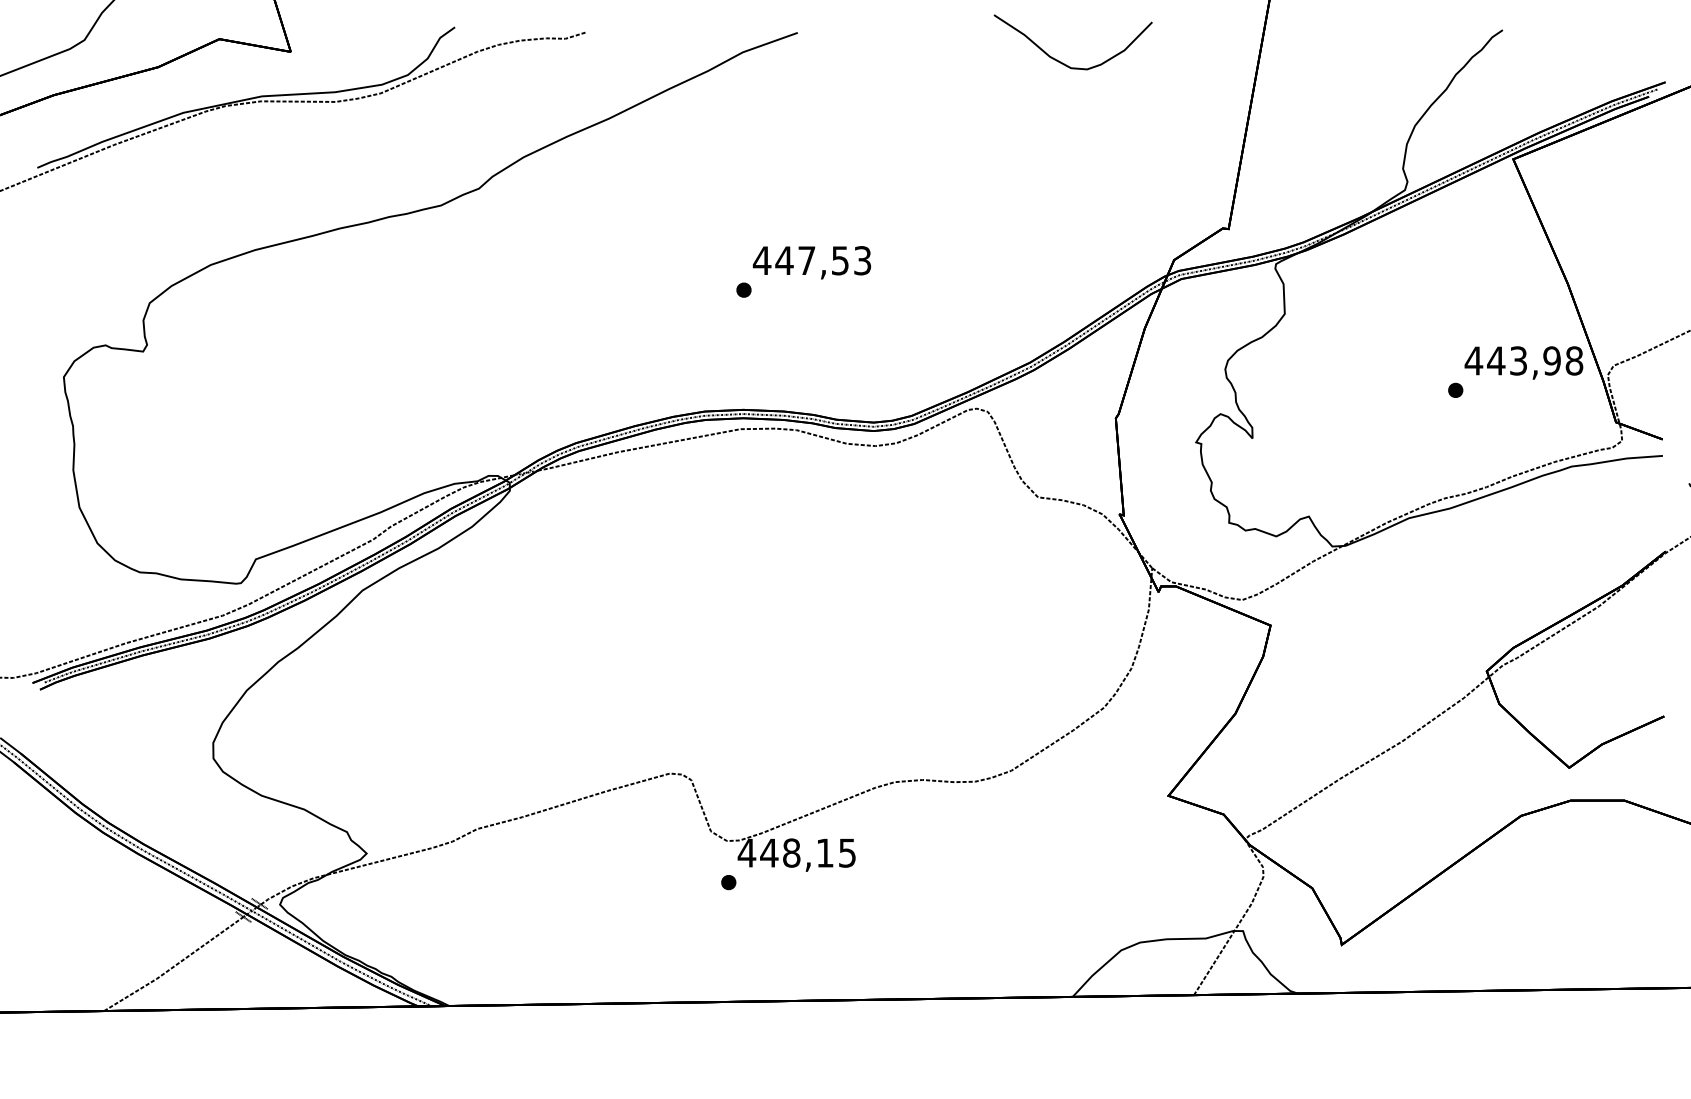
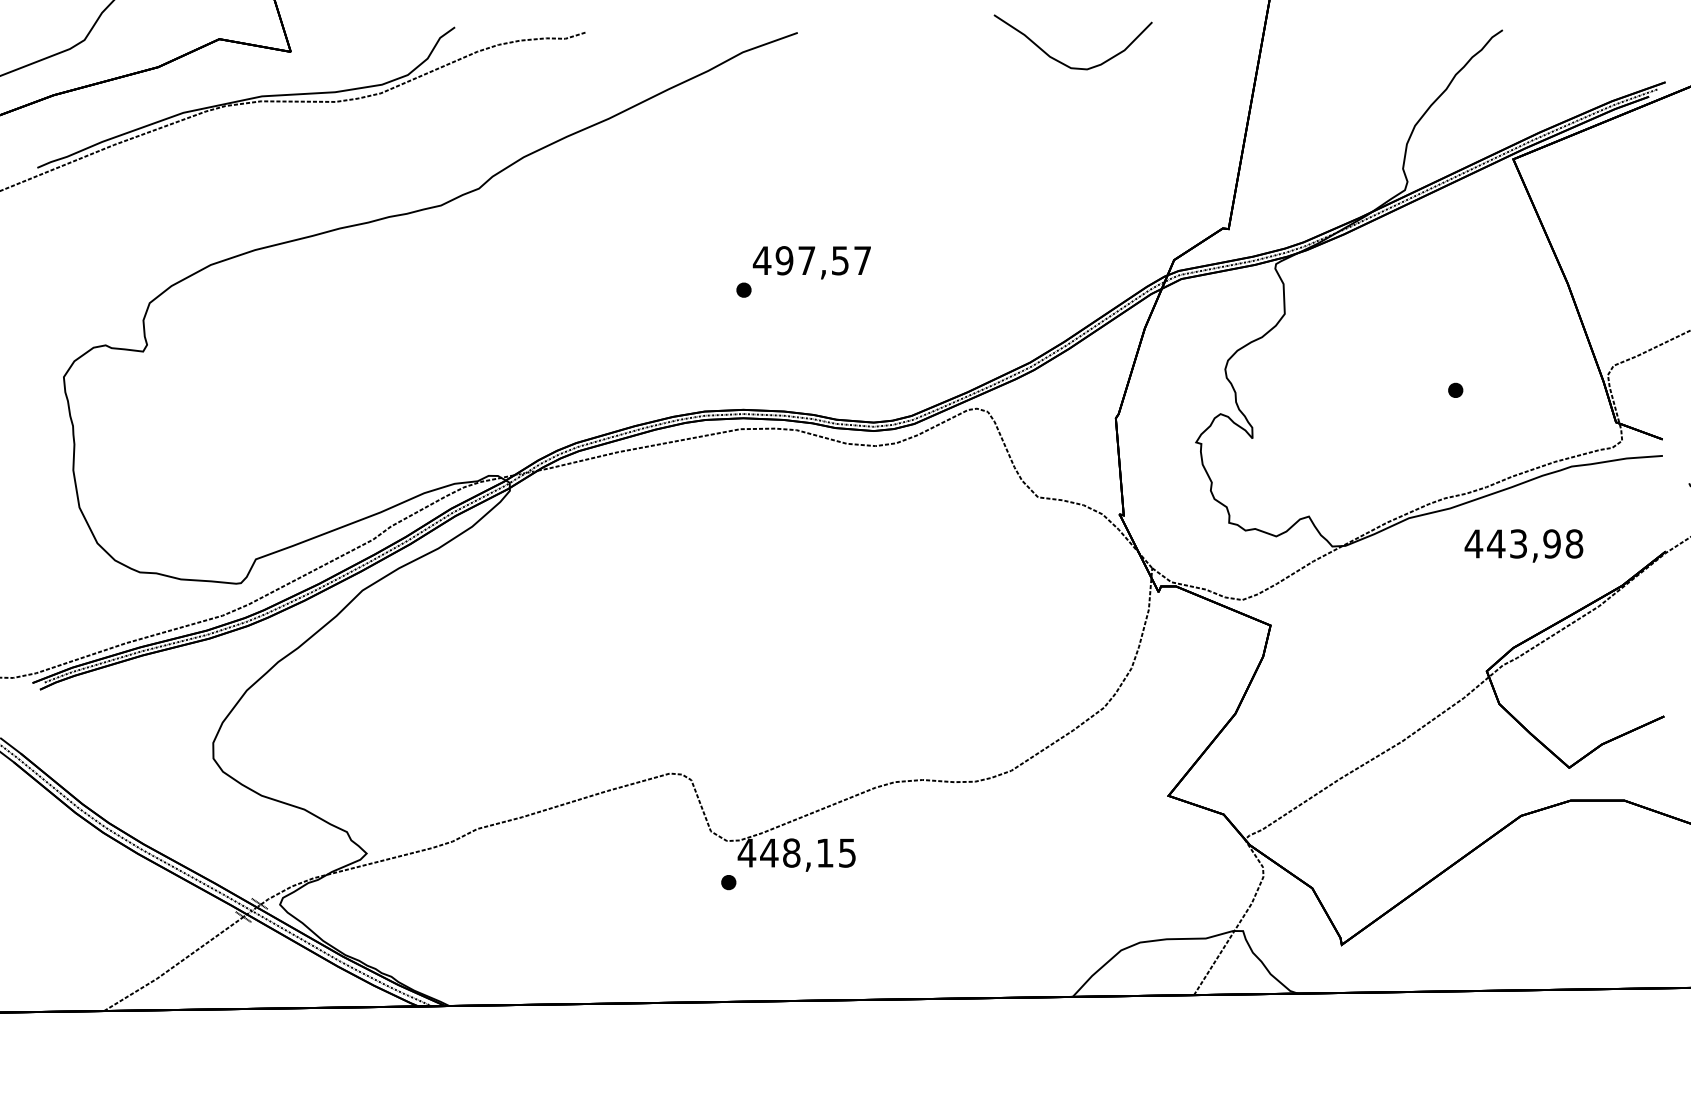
text at (823, 260): 447,53 -> 497,57
text at (1523, 362) position: (1523, 362) -> (1523, 545)
